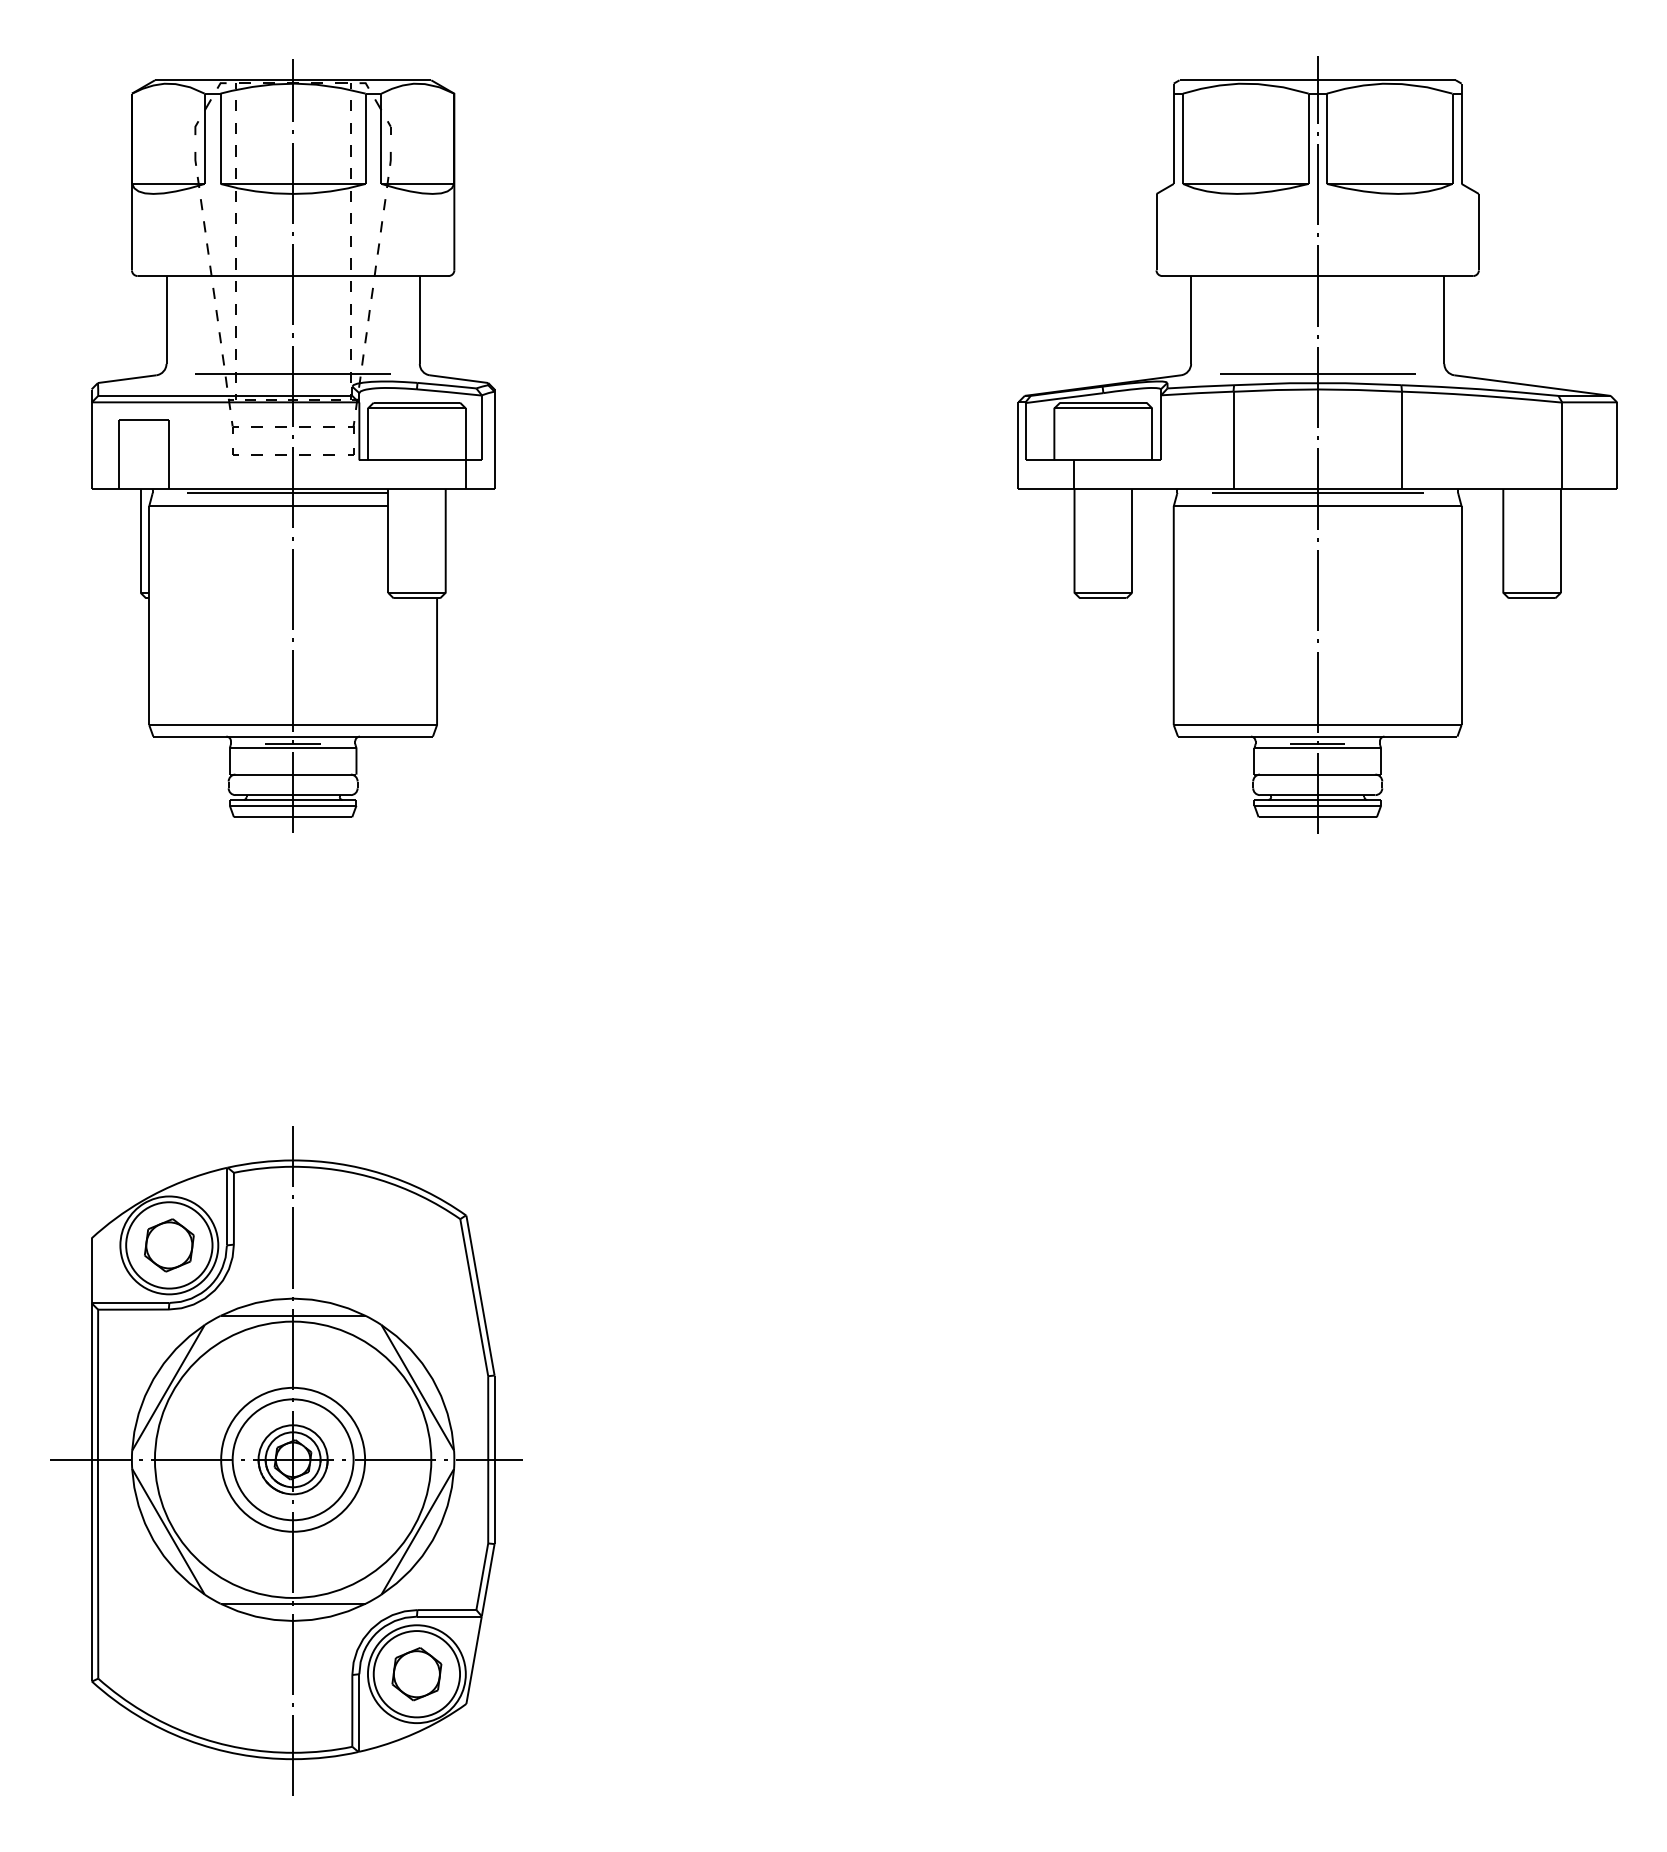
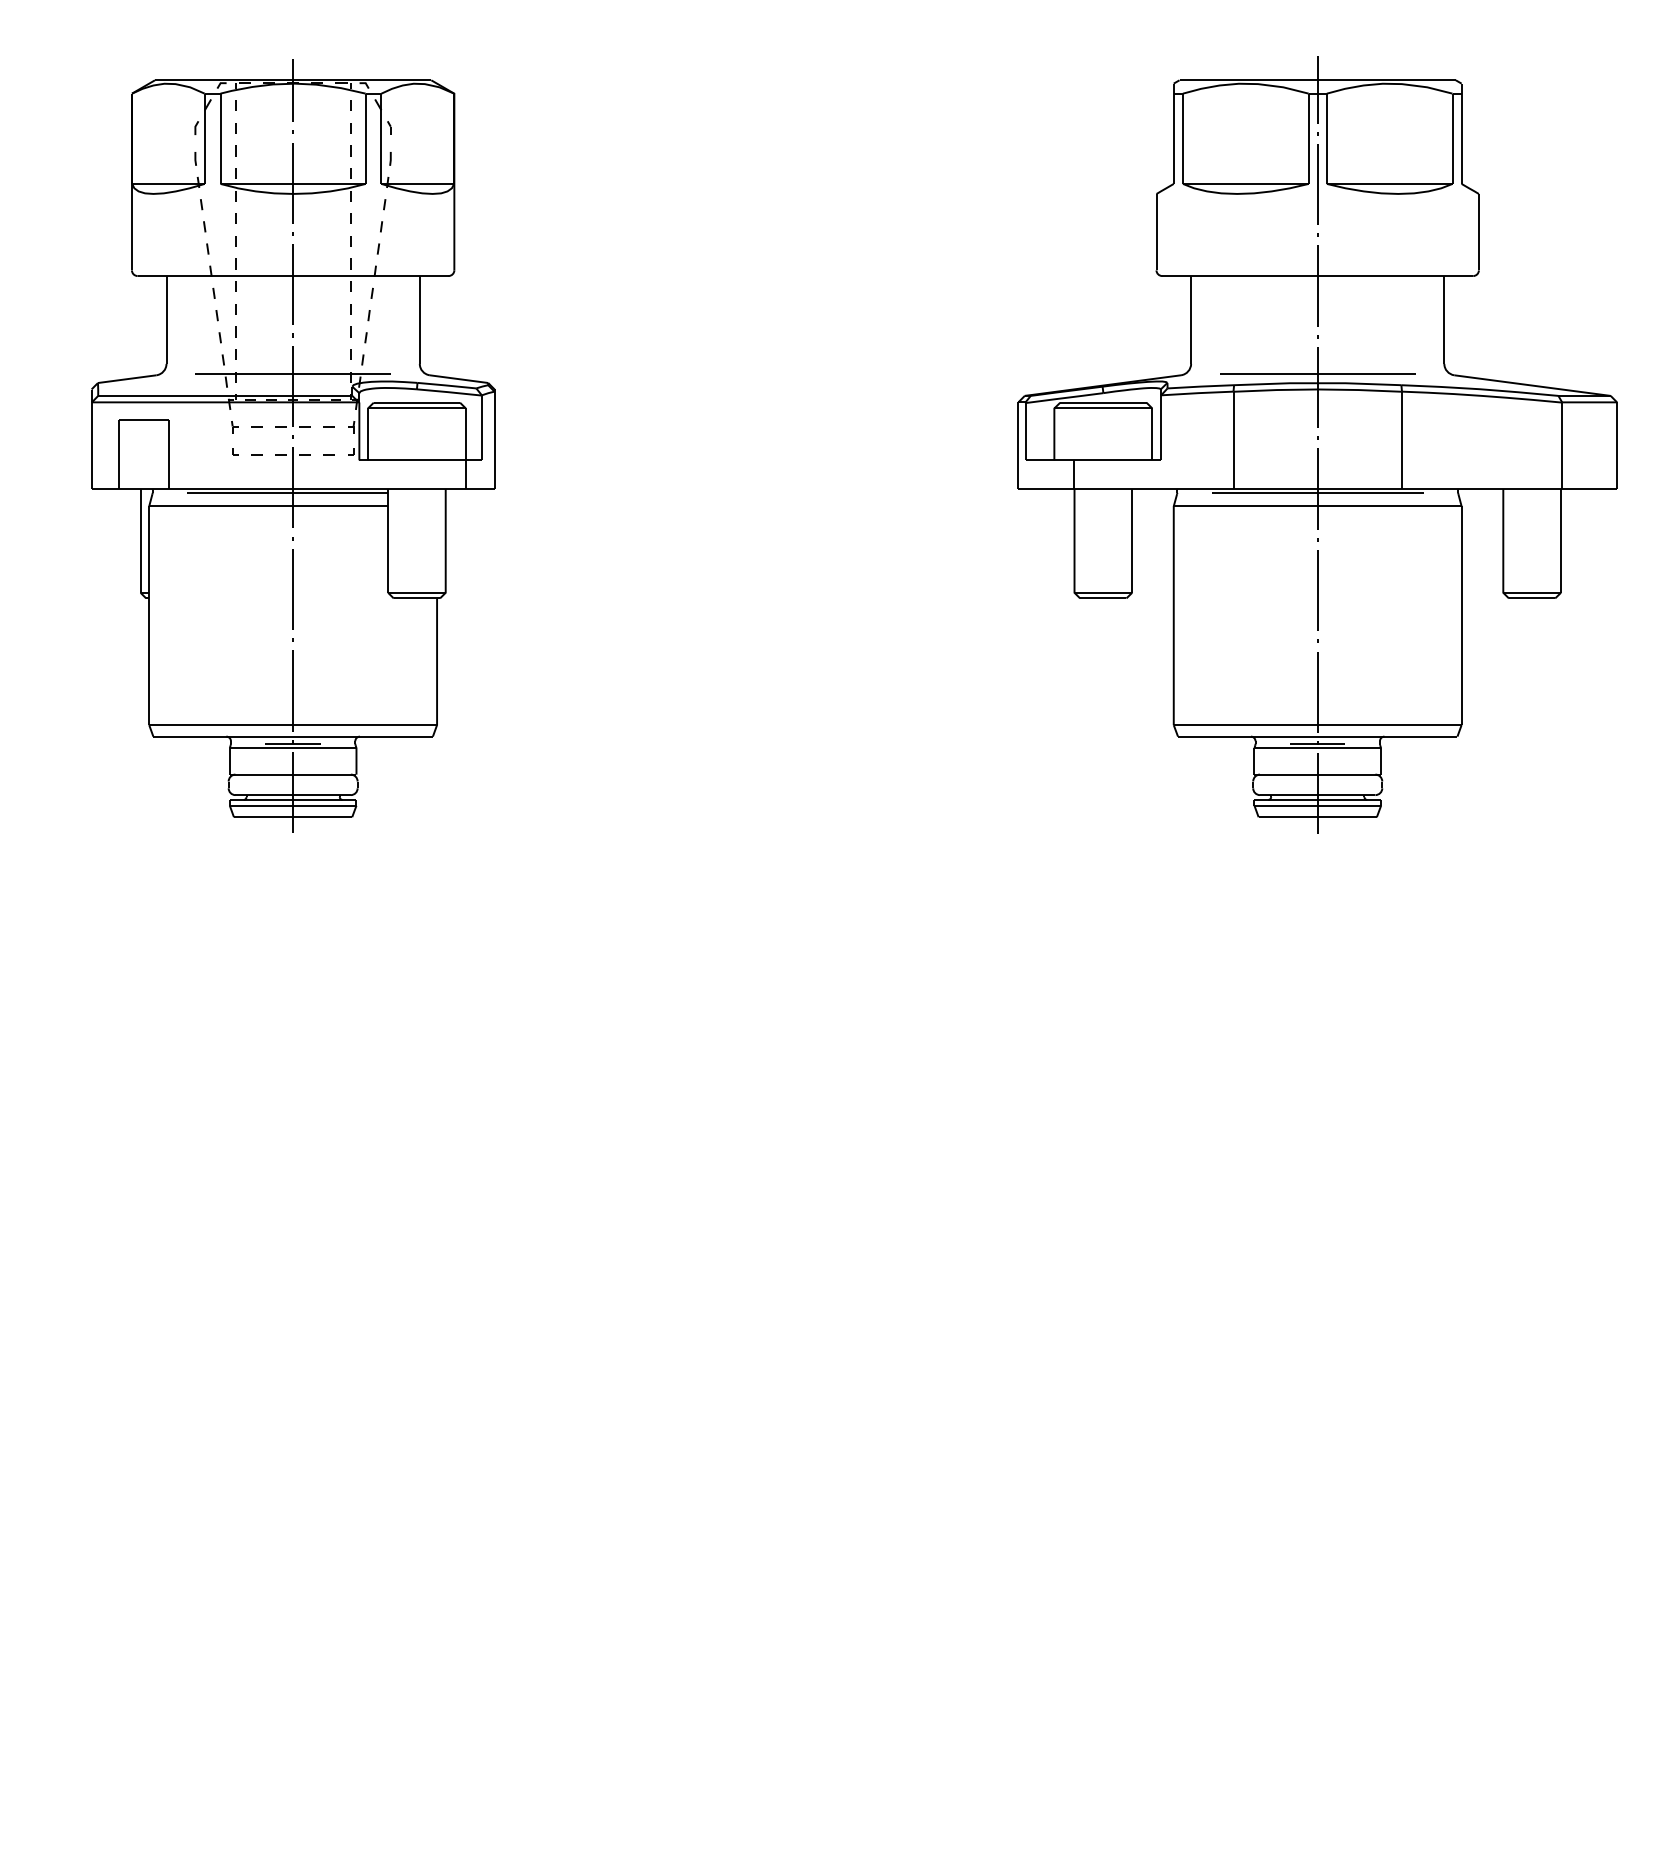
part at (286, 1460): present -> none
